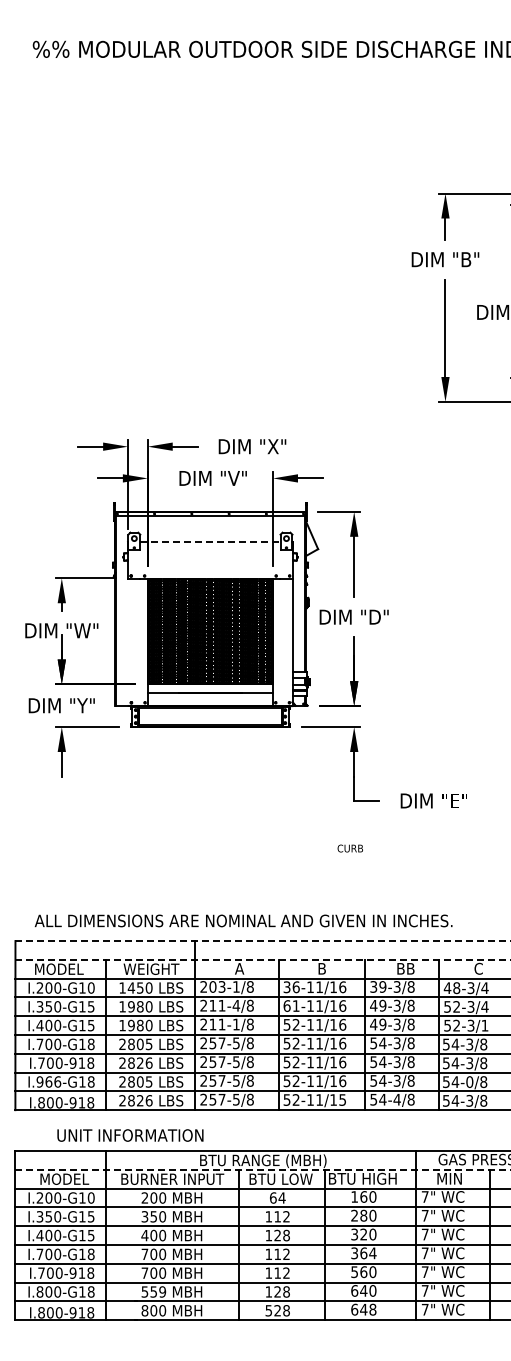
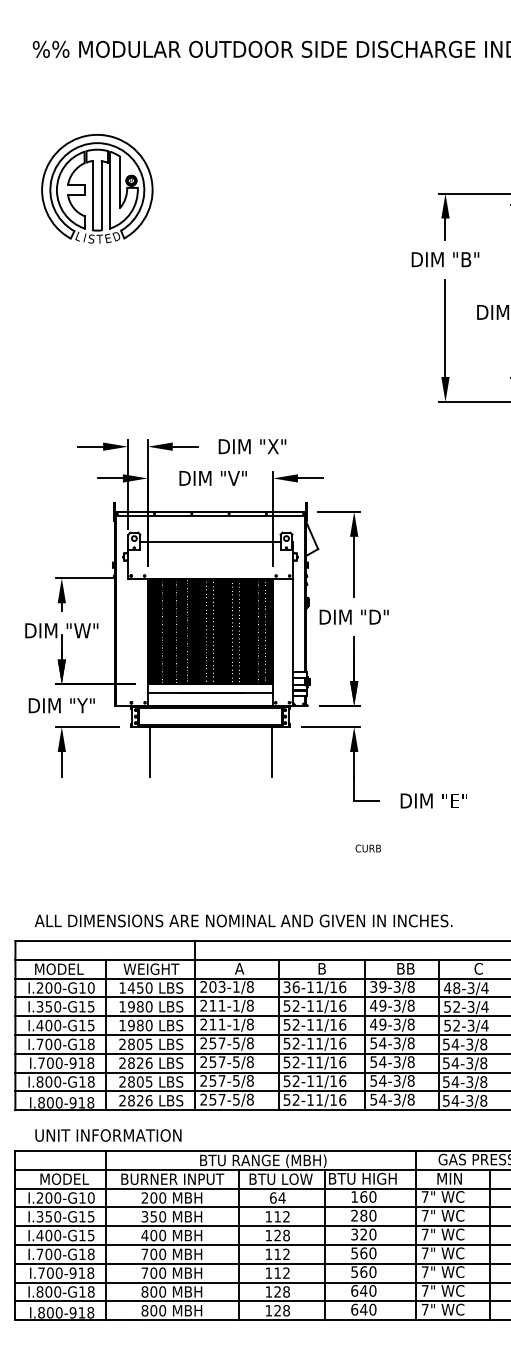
part at (97, 188): none -> present
line at (210, 541): dashed -> solid
line at (149, 752): none -> present
line at (271, 752): none -> present
text at (349, 848) position: (349, 848) -> (367, 848)
line at (263, 941): dashed -> solid
line at (263, 959): dashed -> solid
text at (236, 1005): 211-4/8 -> 211-1/8
text at (291, 1005): 61-11/16 -> 52-11/16
text at (484, 1025): 52-3/1 -> 52-3/4
text at (48, 1081): I.966-G18 -> I.800-G18
text at (469, 1081): 54-0/8 -> 54-3/8
text at (342, 1099): 52-11/15 -> 52-11/16
text at (396, 1099): 54-4/8 -> 54-3/8
text at (130, 1135) position: (130, 1135) -> (108, 1135)
line at (263, 1169): dashed -> solid
text at (363, 1253): 364 -> 560
text at (153, 1291): 559 -> 800
text at (372, 1309): 648 -> 640
text at (268, 1310): 528 -> 128
